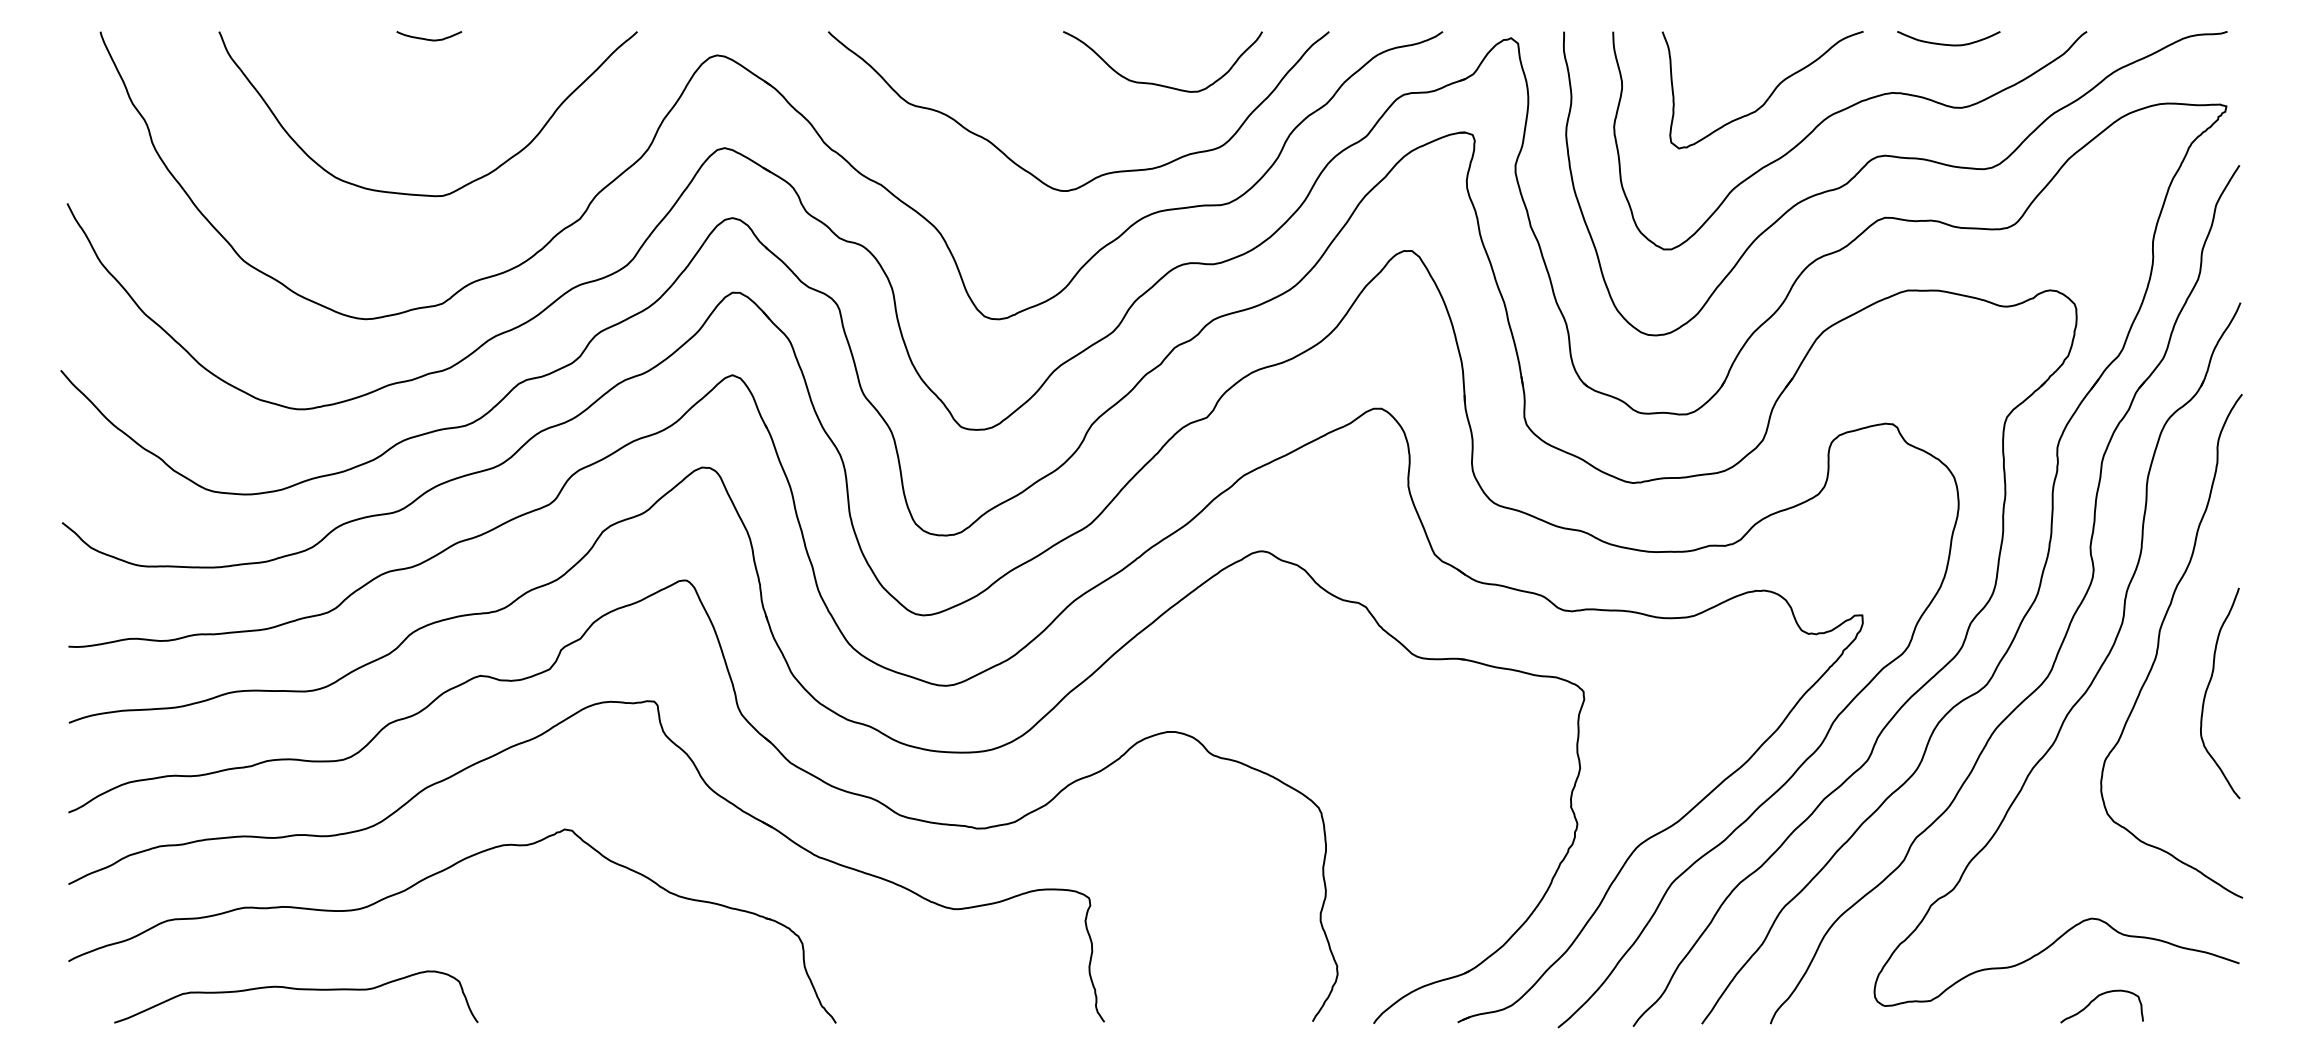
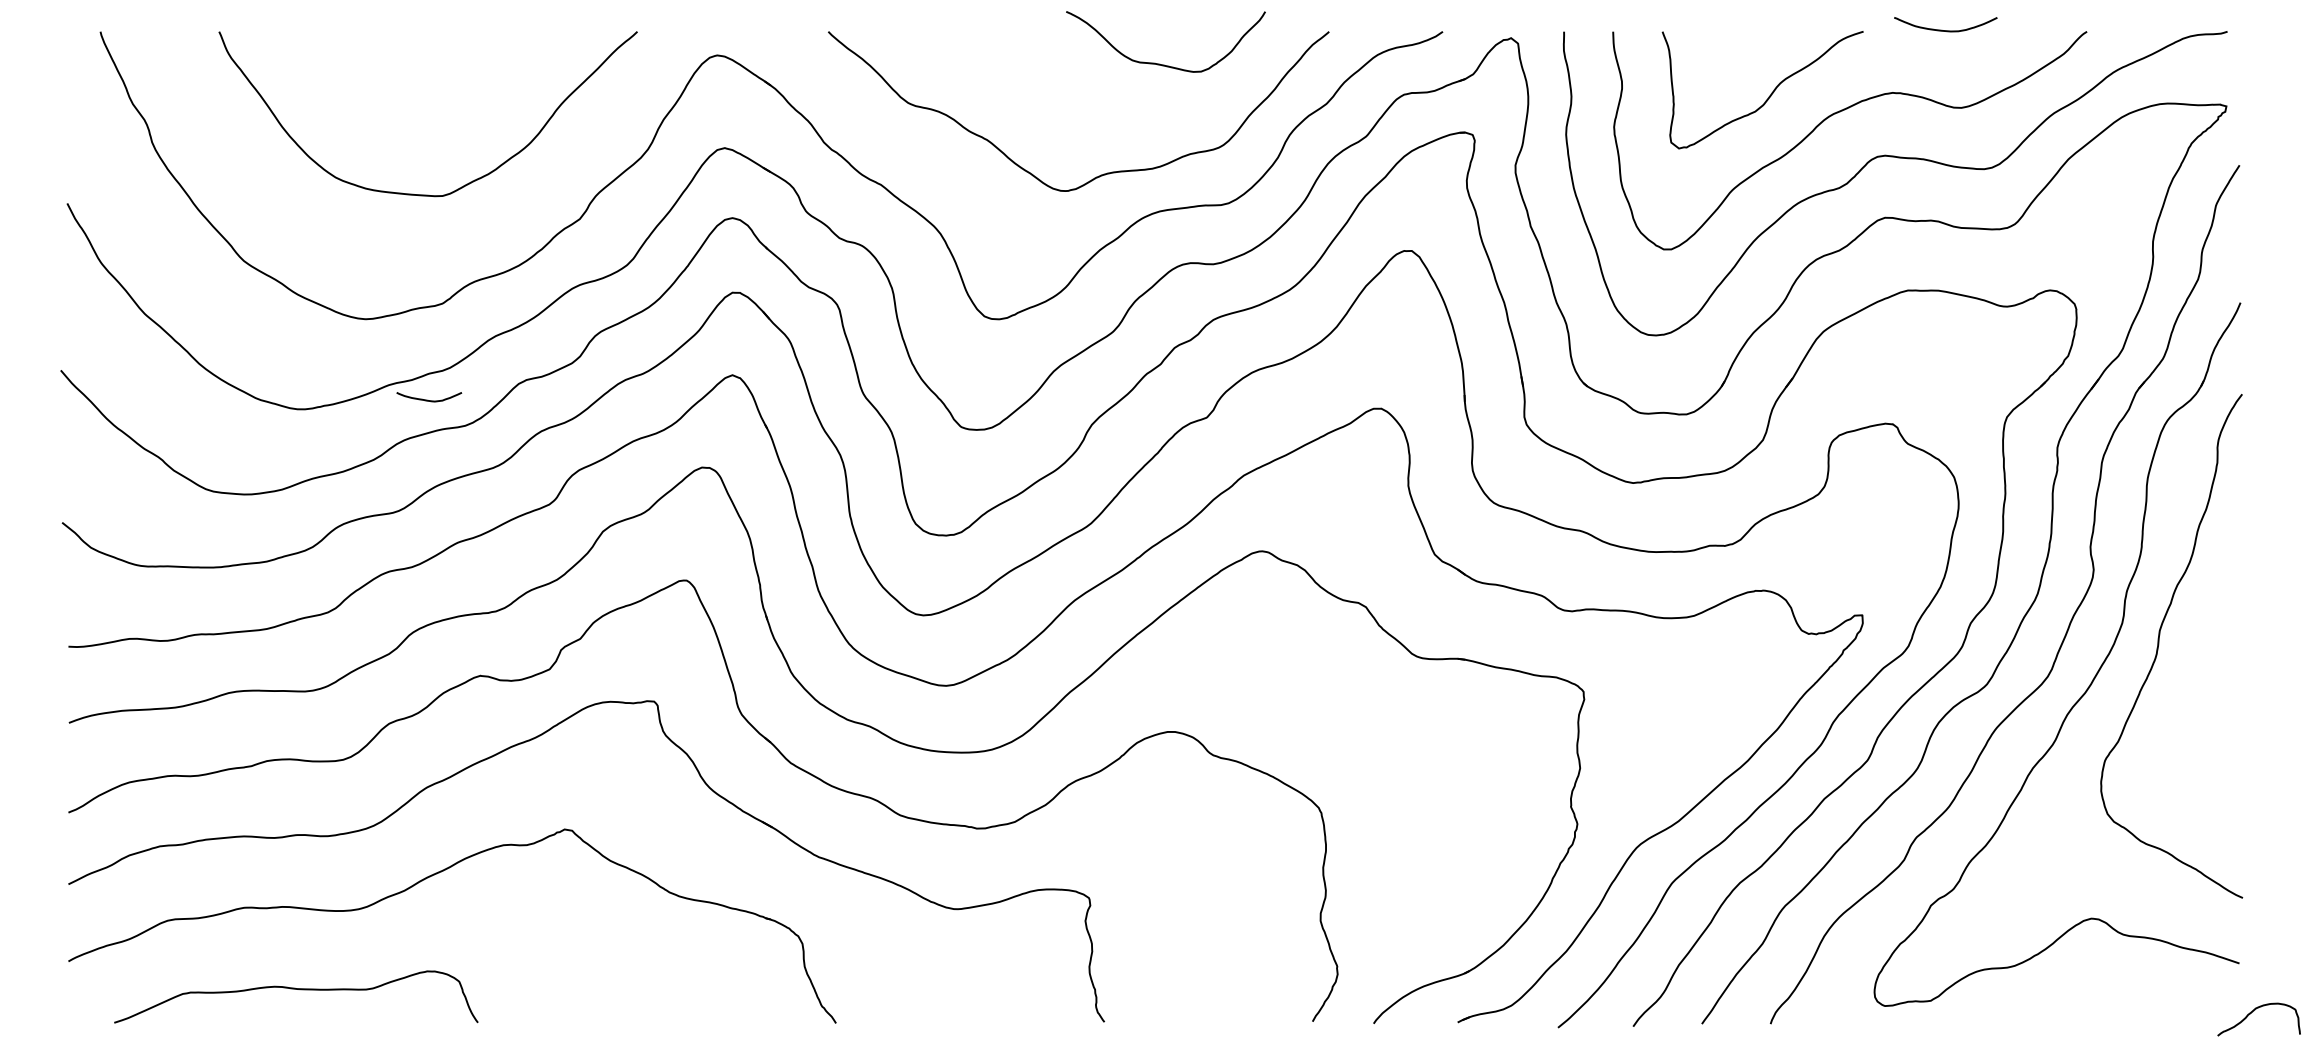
curve at (427, 38) position: (427, 38) -> (427, 399)
curve at (1948, 44) position: (1948, 44) -> (1945, 30)
curve at (1156, 83) position: (1156, 83) -> (1159, 63)
curve at (2208, 688): present -> none
curve at (2095, 999) position: (2095, 999) -> (2252, 1012)
